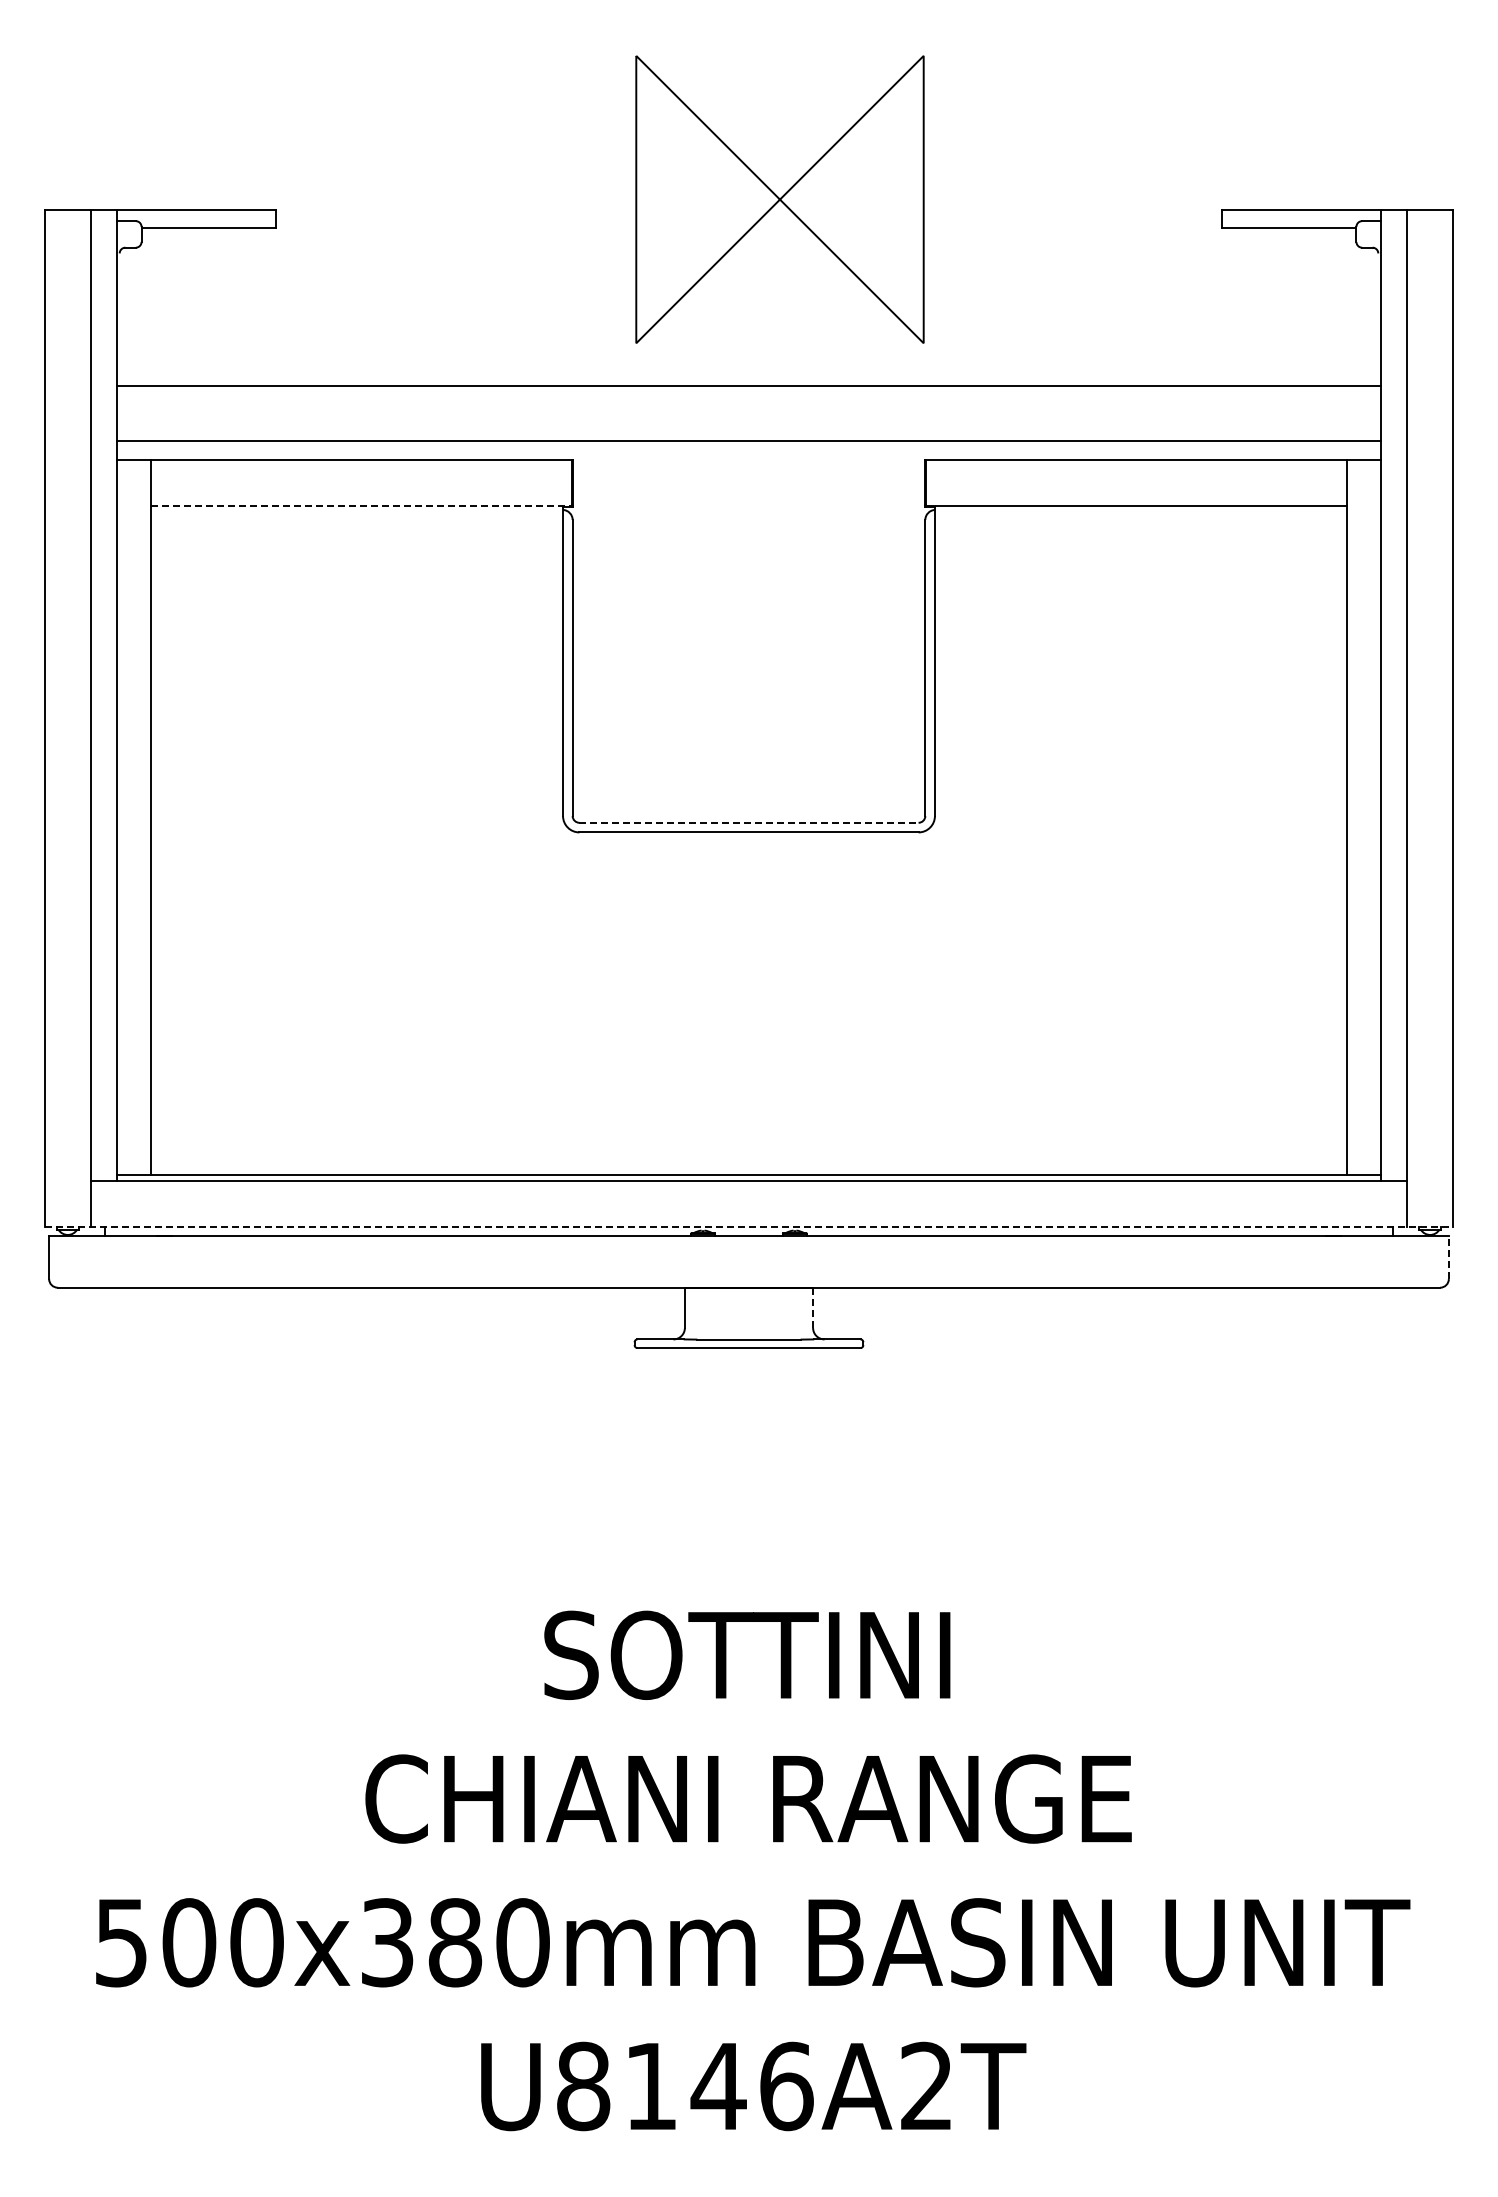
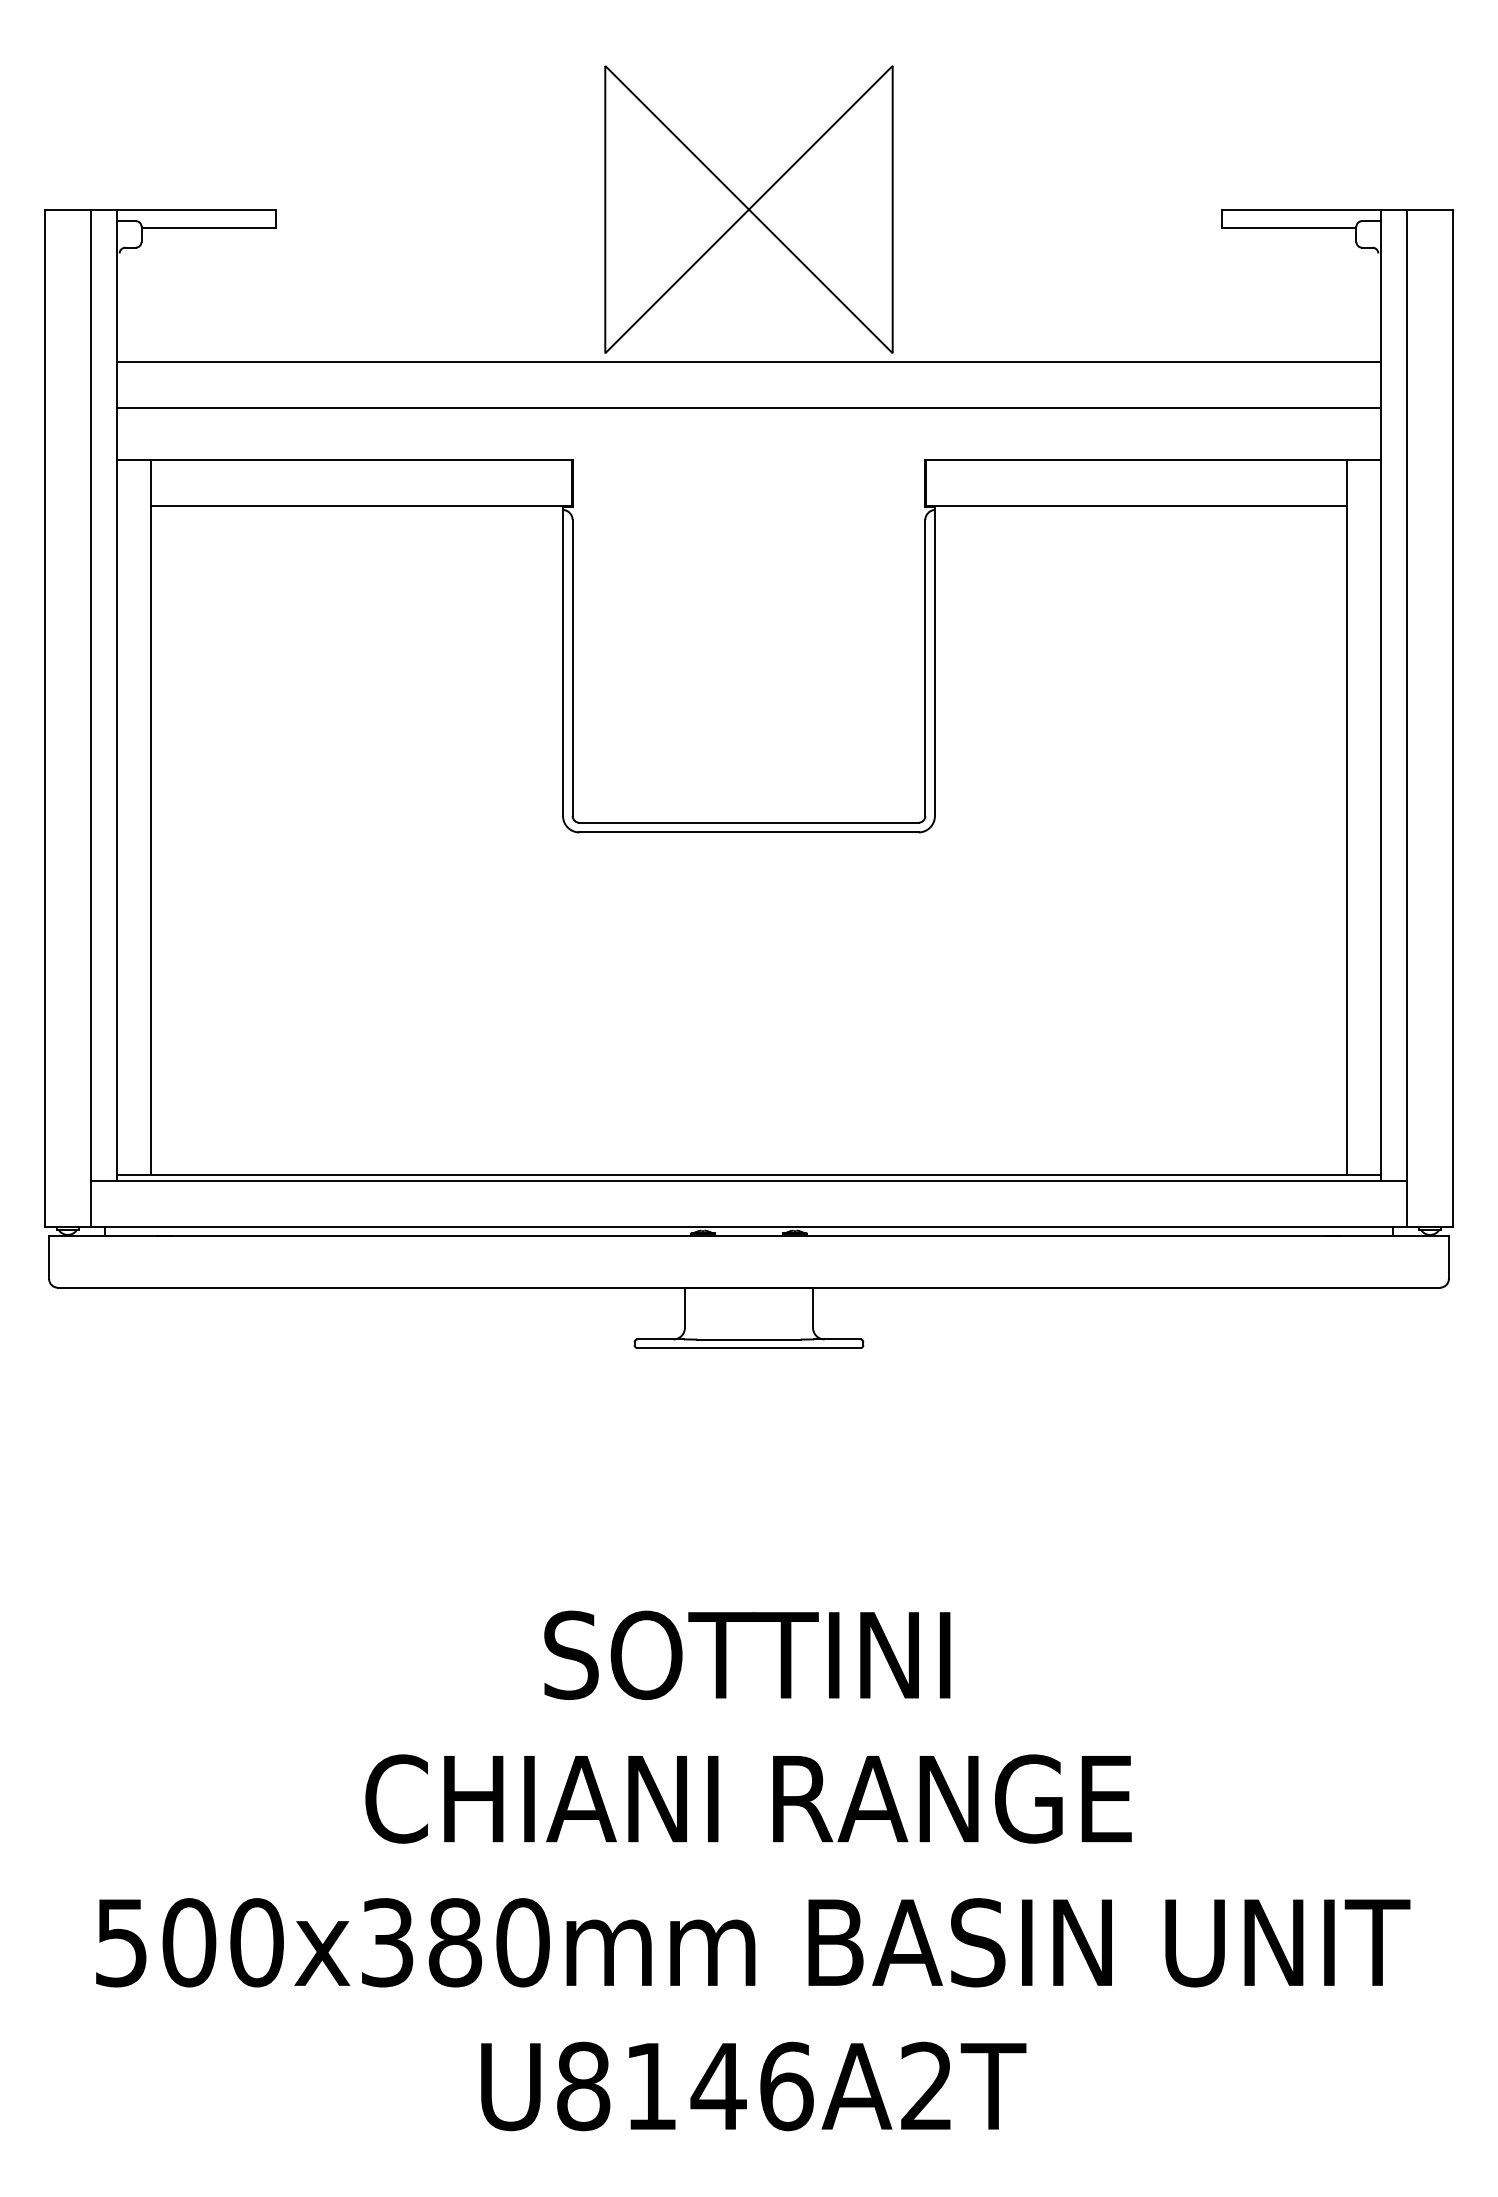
part at (779, 199) position: (779, 199) -> (748, 209)
line at (748, 385) position: (748, 385) -> (748, 361)
line at (748, 440) position: (748, 440) -> (748, 407)
line at (361, 505): dashed -> solid
line at (749, 822): dashed -> solid
line at (749, 1227): dashed -> solid
line at (1448, 1257): dashed -> solid
line at (813, 1308): dashed -> solid
